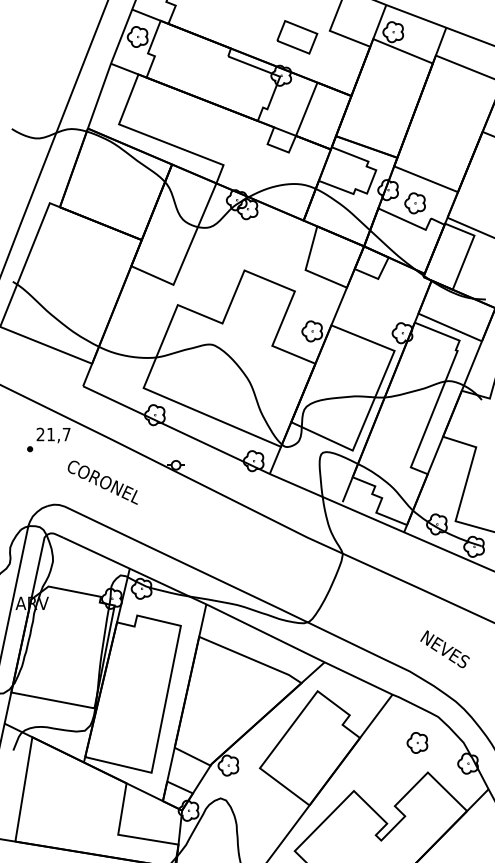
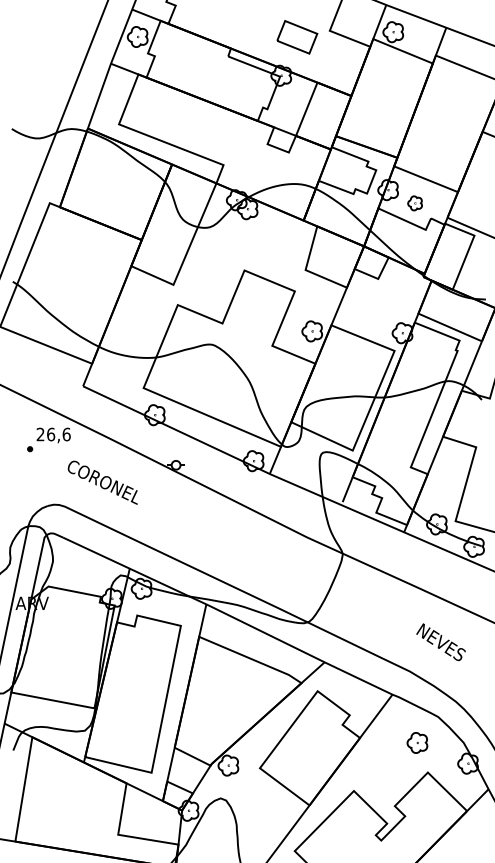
part at (414, 203) size: 22x23 px -> 16x17 px
text at (58, 434): 21,7 -> 26,6
text at (444, 649) position: (444, 649) -> (440, 642)
